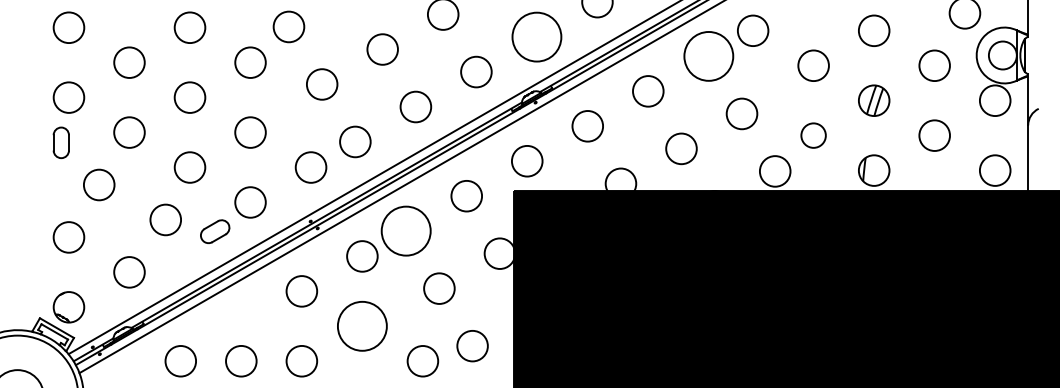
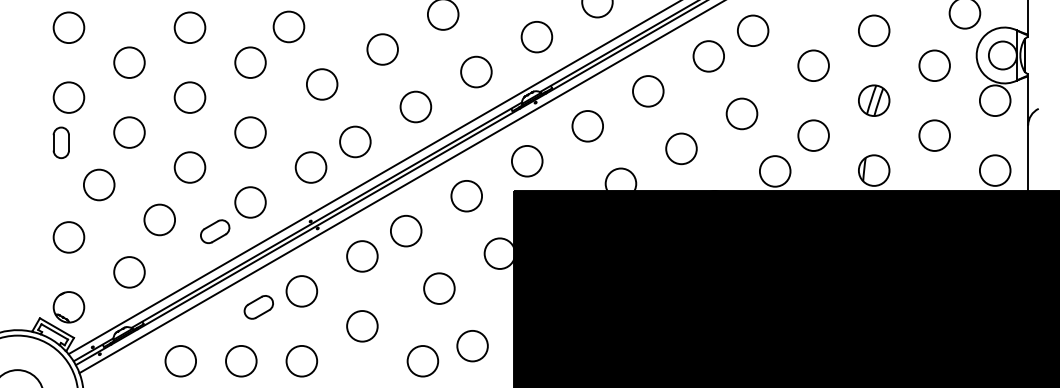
circle at (536, 36) diameter: 49 px -> 31 px
circle at (708, 55) diameter: 49 px -> 31 px
circle at (813, 135) size: 27x27 px -> 33x33 px
circle at (165, 219) position: (165, 219) -> (159, 219)
circle at (405, 230) diameter: 49 px -> 31 px
part at (258, 307): none -> present
circle at (361, 325) diameter: 49 px -> 31 px
